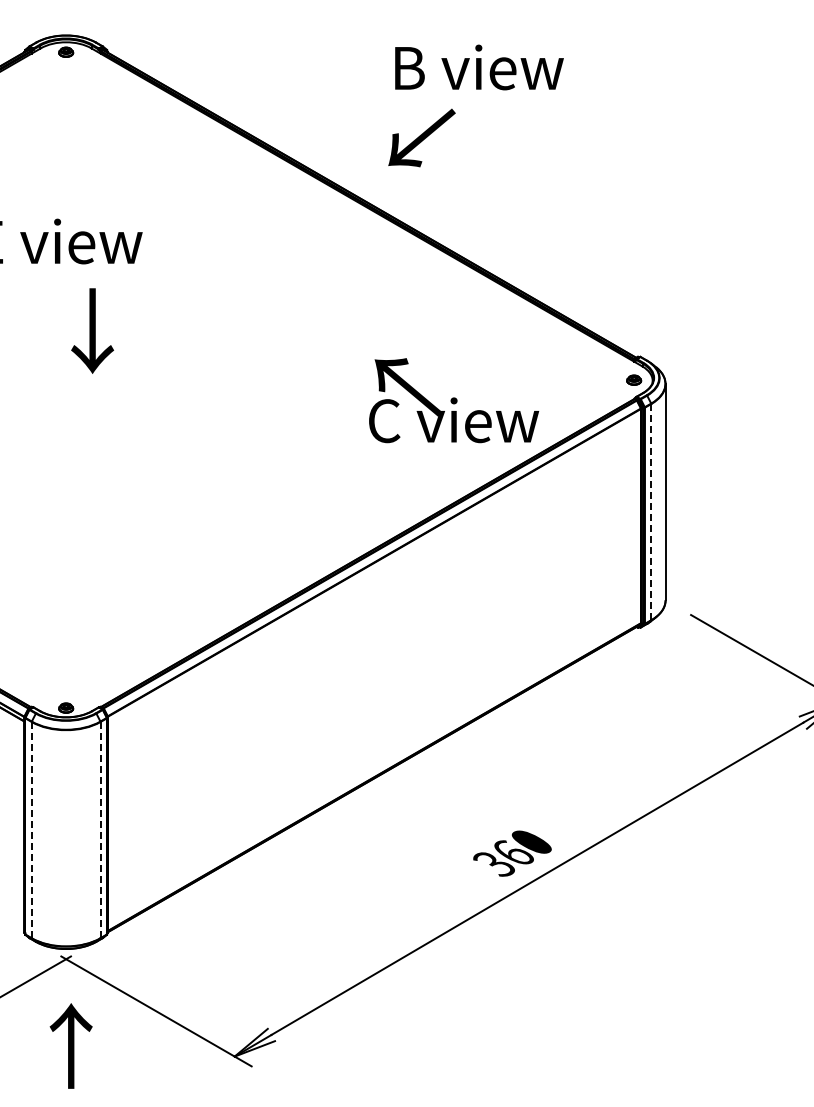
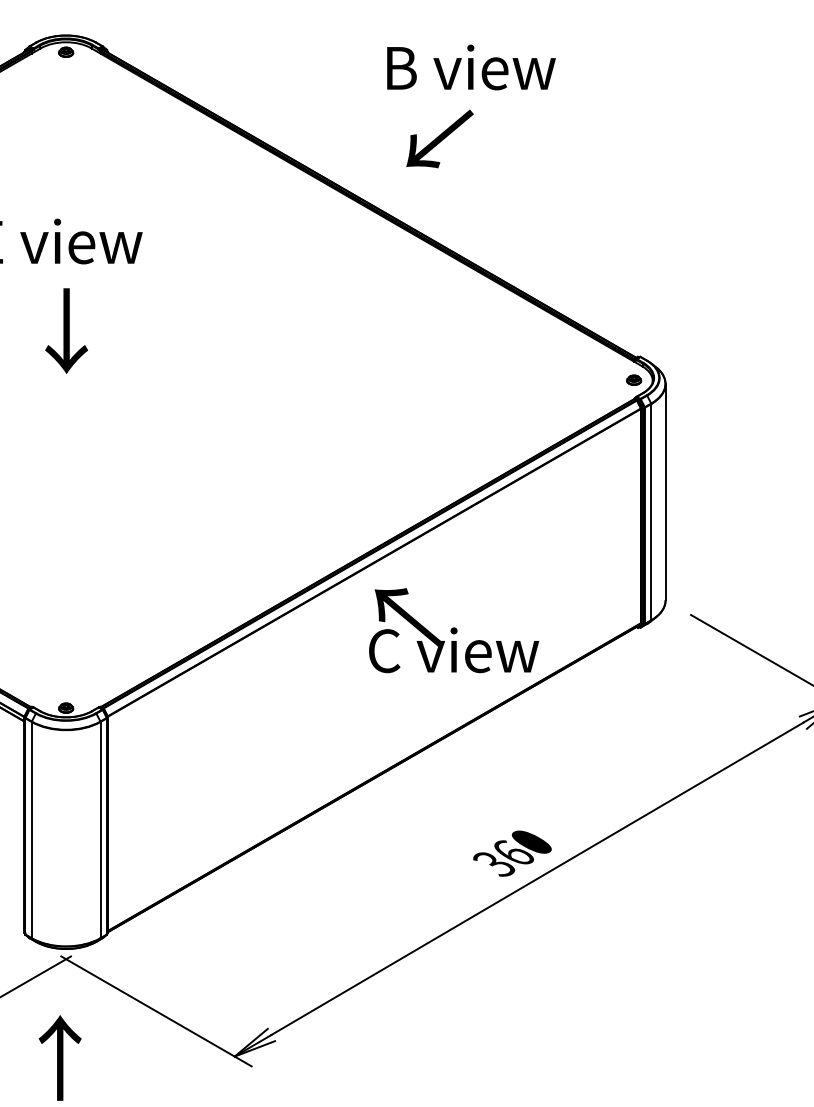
text at (479, 67) position: (479, 67) -> (471, 67)
text at (421, 137) position: (421, 137) -> (439, 138)
text at (92, 330) position: (92, 330) -> (66, 330)
text at (454, 400) position: (454, 400) -> (454, 630)
line at (651, 512): dashed -> solid
line at (100, 829): dashed -> solid
line at (31, 830): dashed -> solid
text at (70, 1045) position: (70, 1045) -> (59, 1057)
